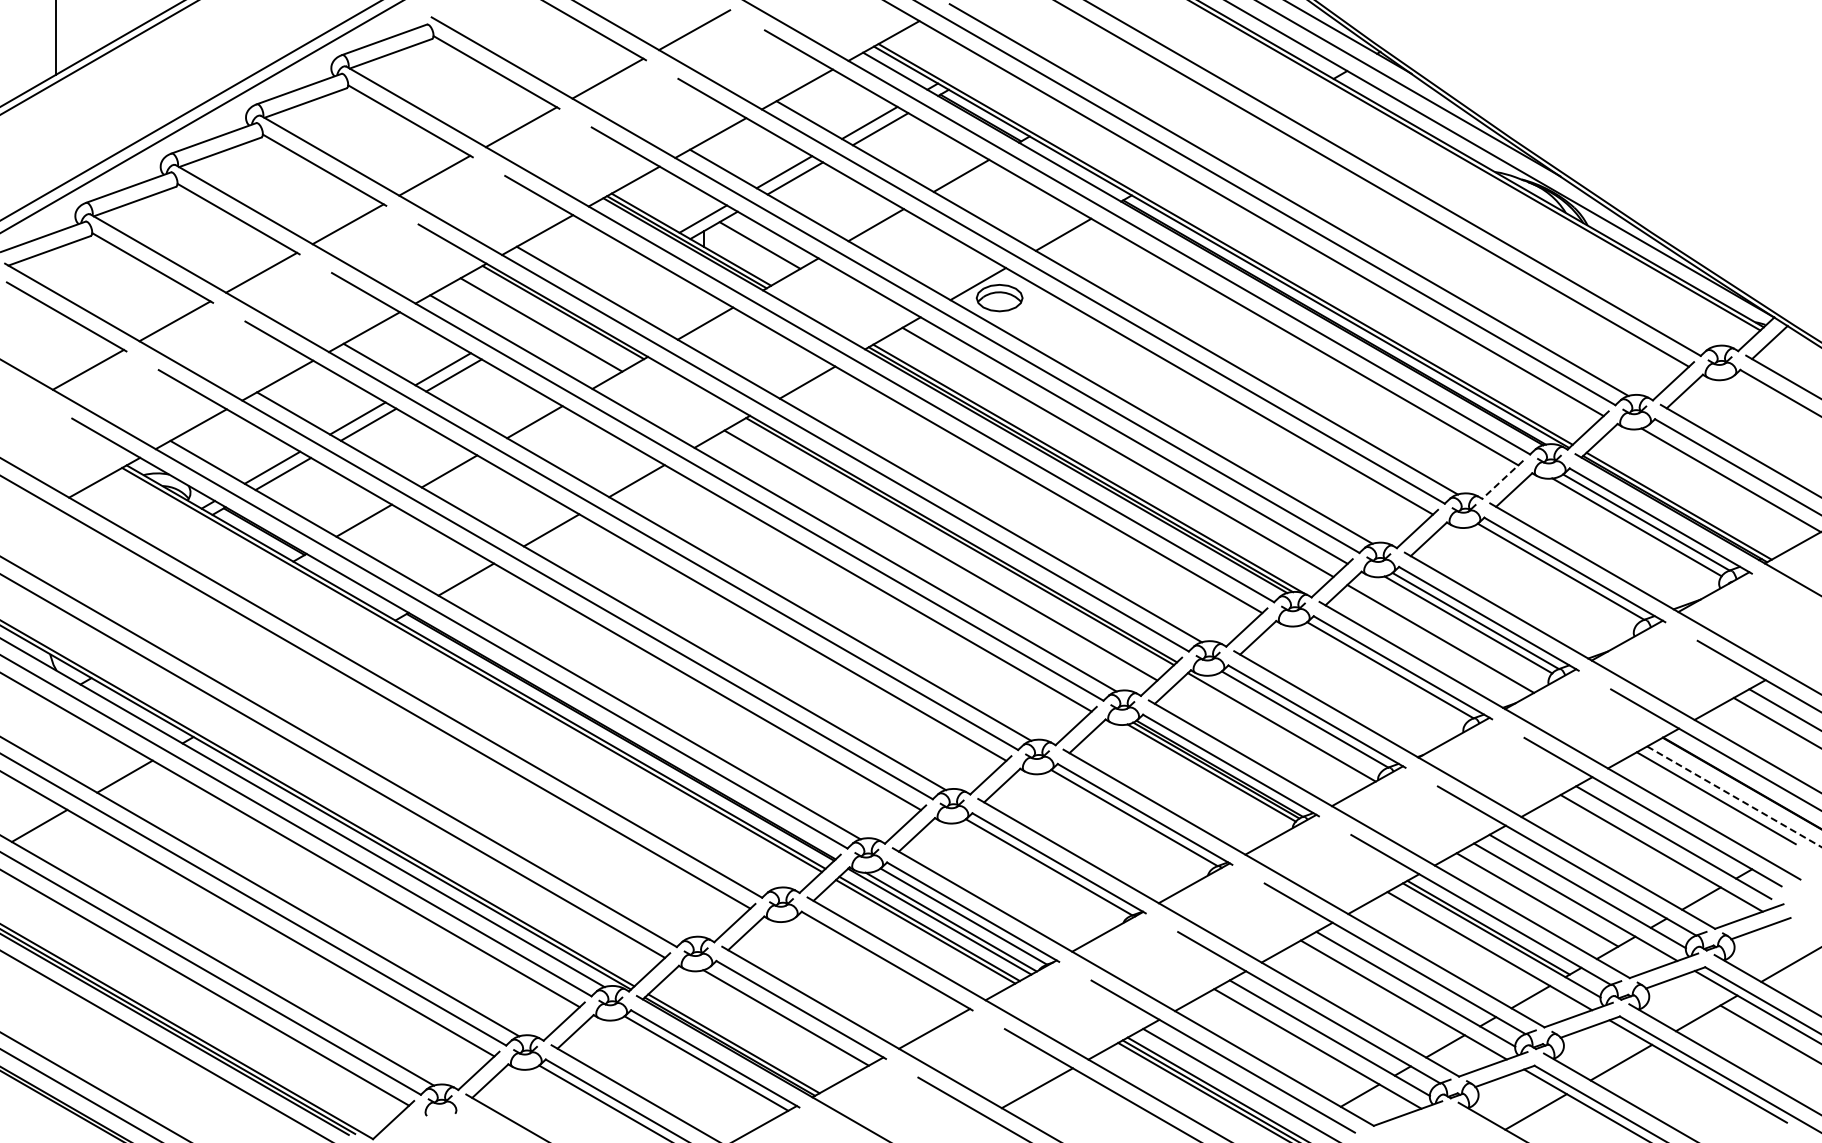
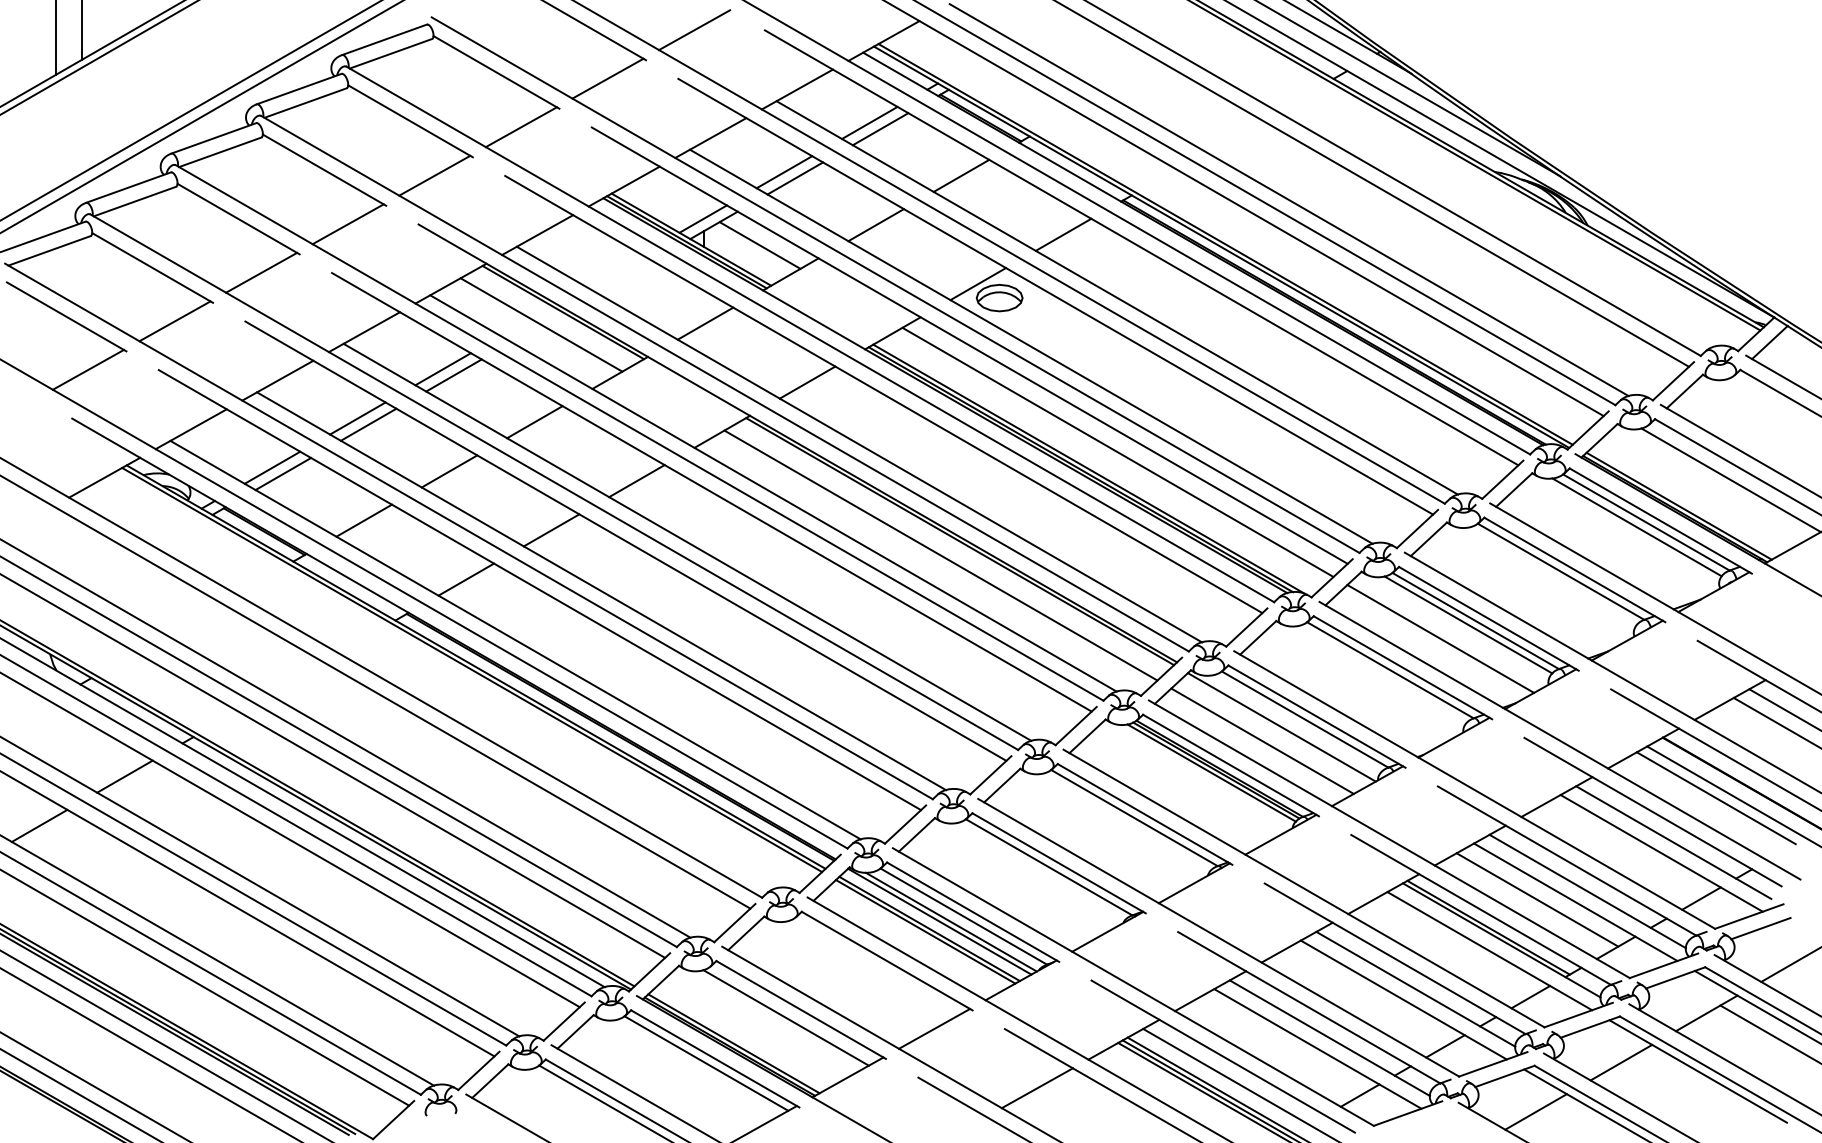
line at (81, 31): none -> present
line at (1502, 480): dashed -> solid
line at (346, 738): none -> present
line at (1262, 740): none -> present
line at (1734, 796): dashed -> solid
line at (149, 1054): none -> present
